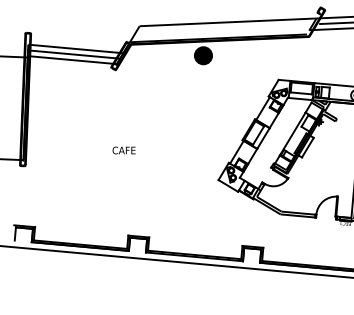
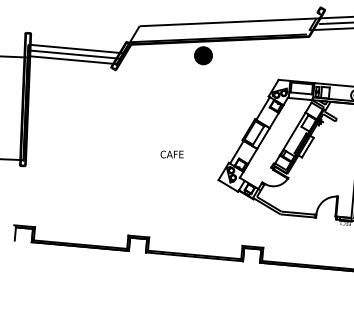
text at (123, 150) position: (123, 150) -> (171, 154)
line at (176, 261): present -> none
